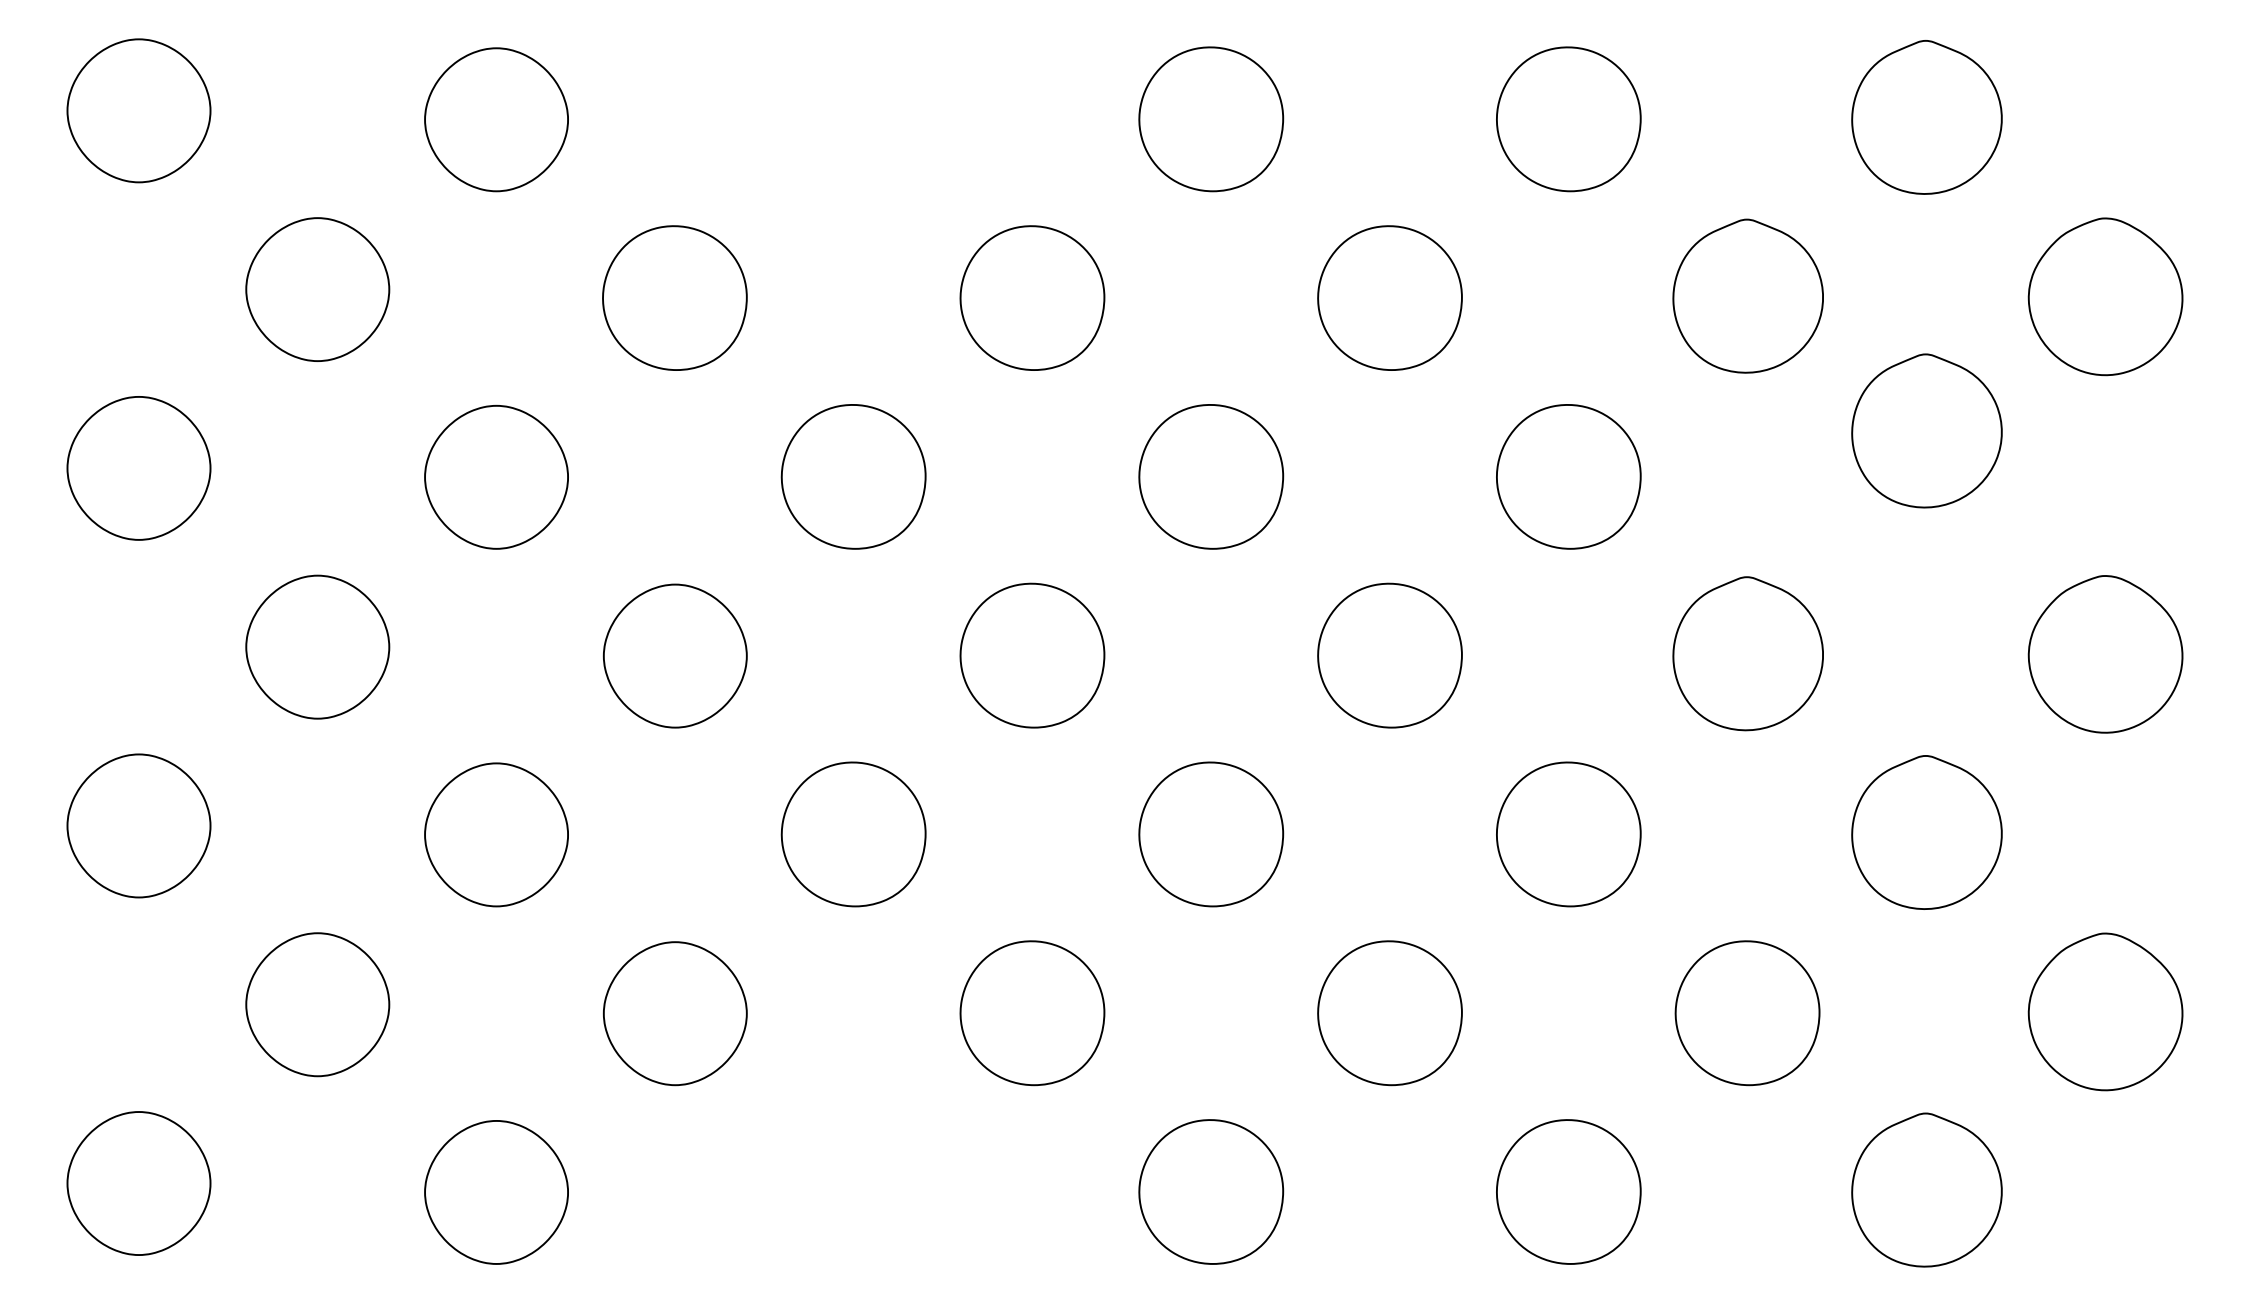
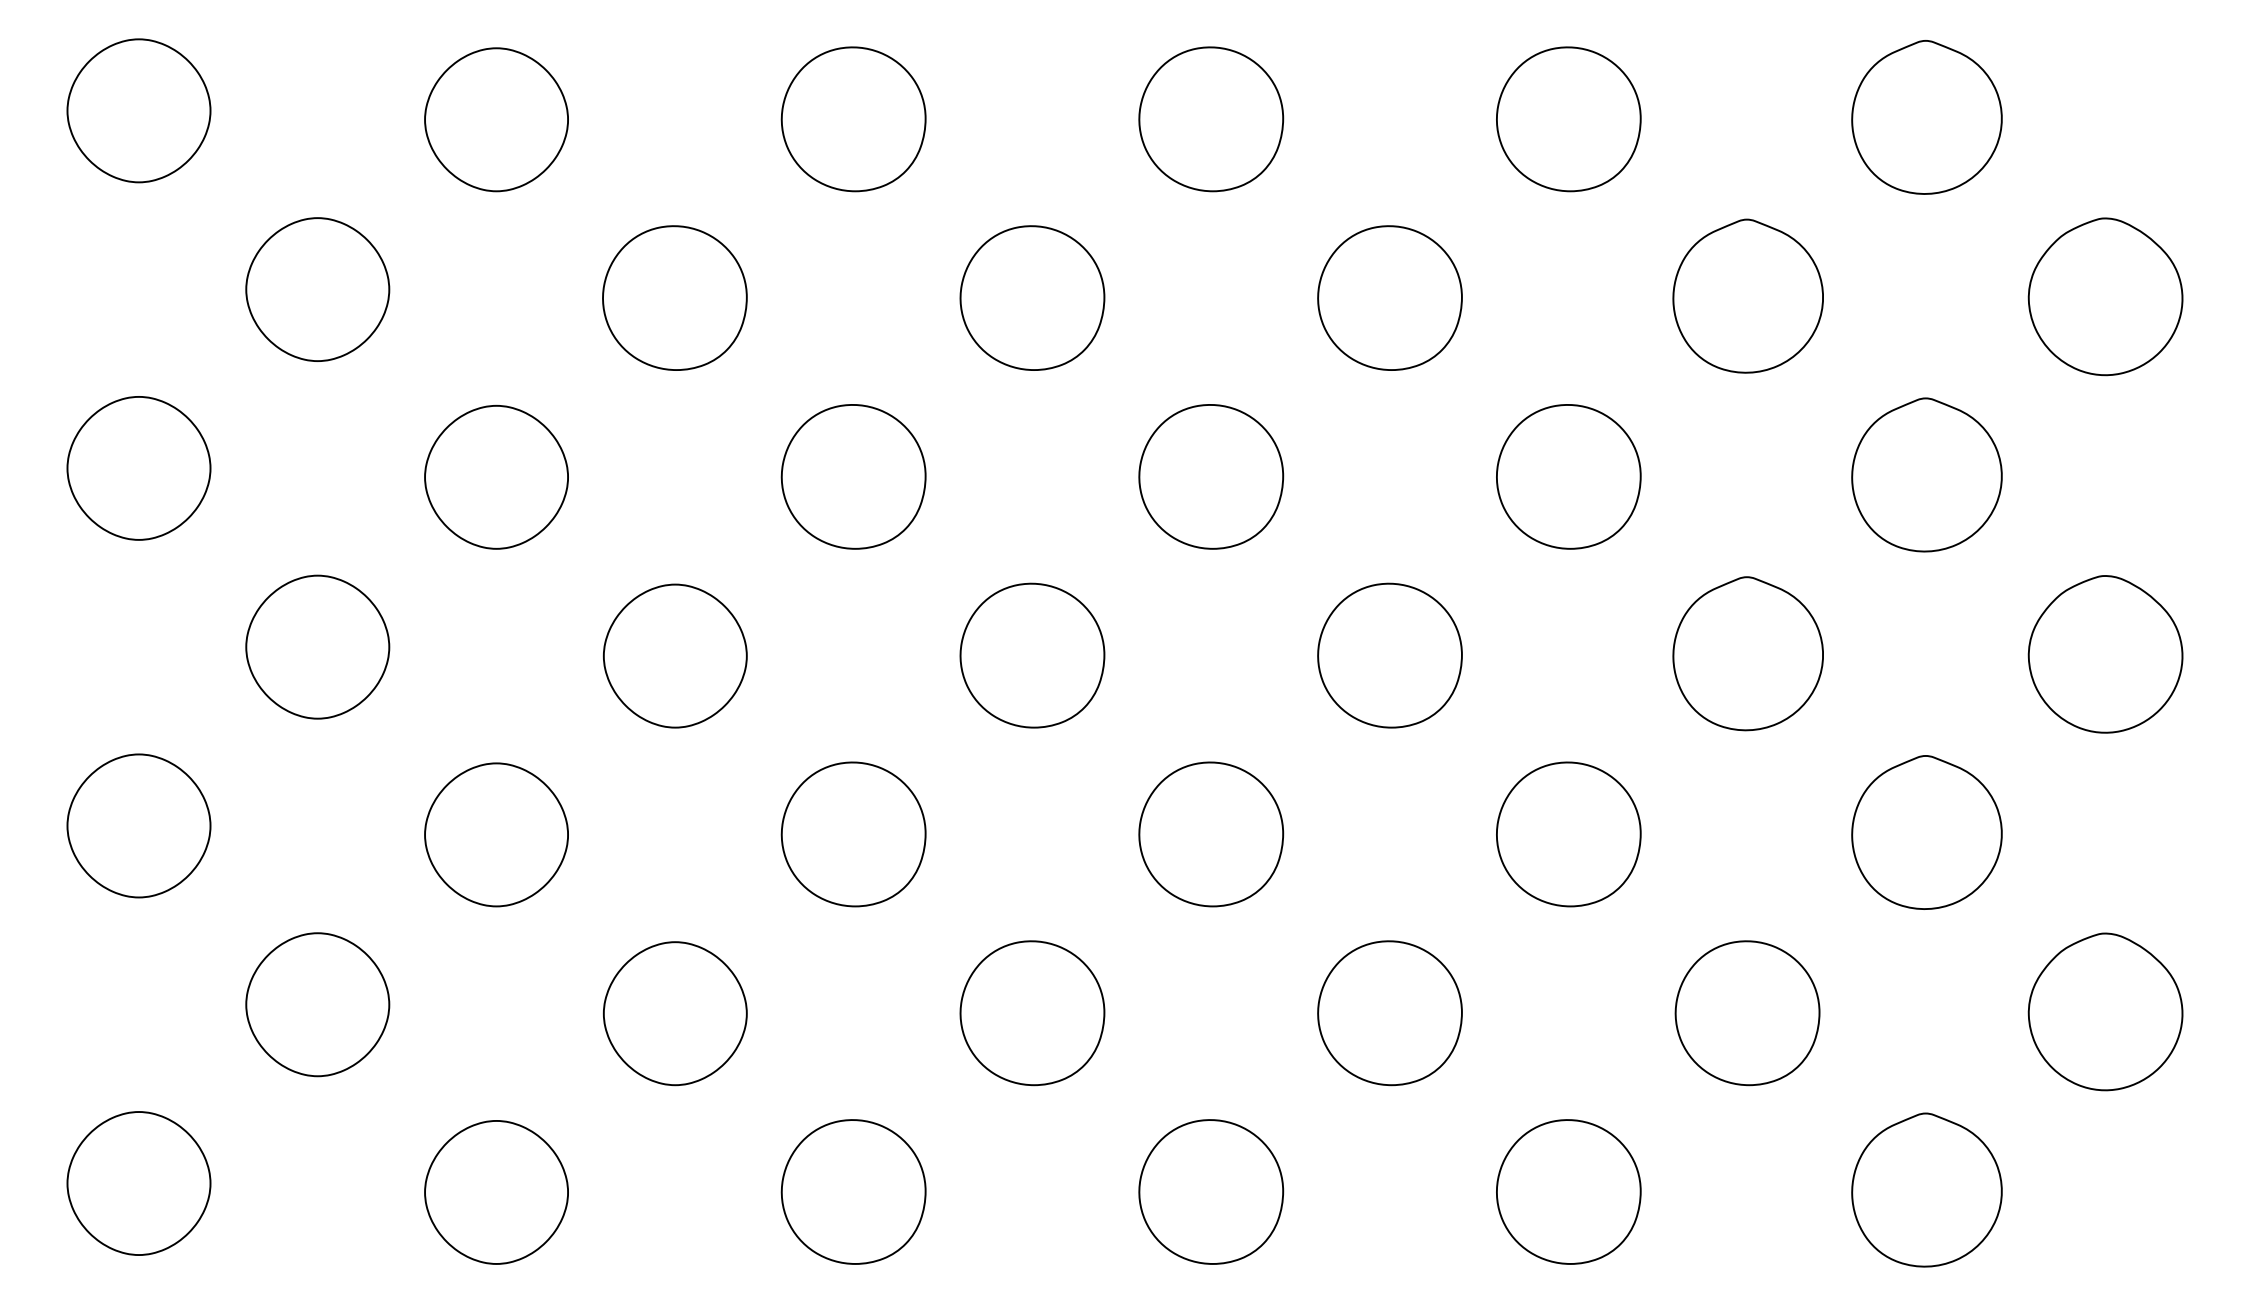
part at (853, 119): none -> present
part at (1926, 430) position: (1926, 430) -> (1926, 474)
part at (853, 1191): none -> present
